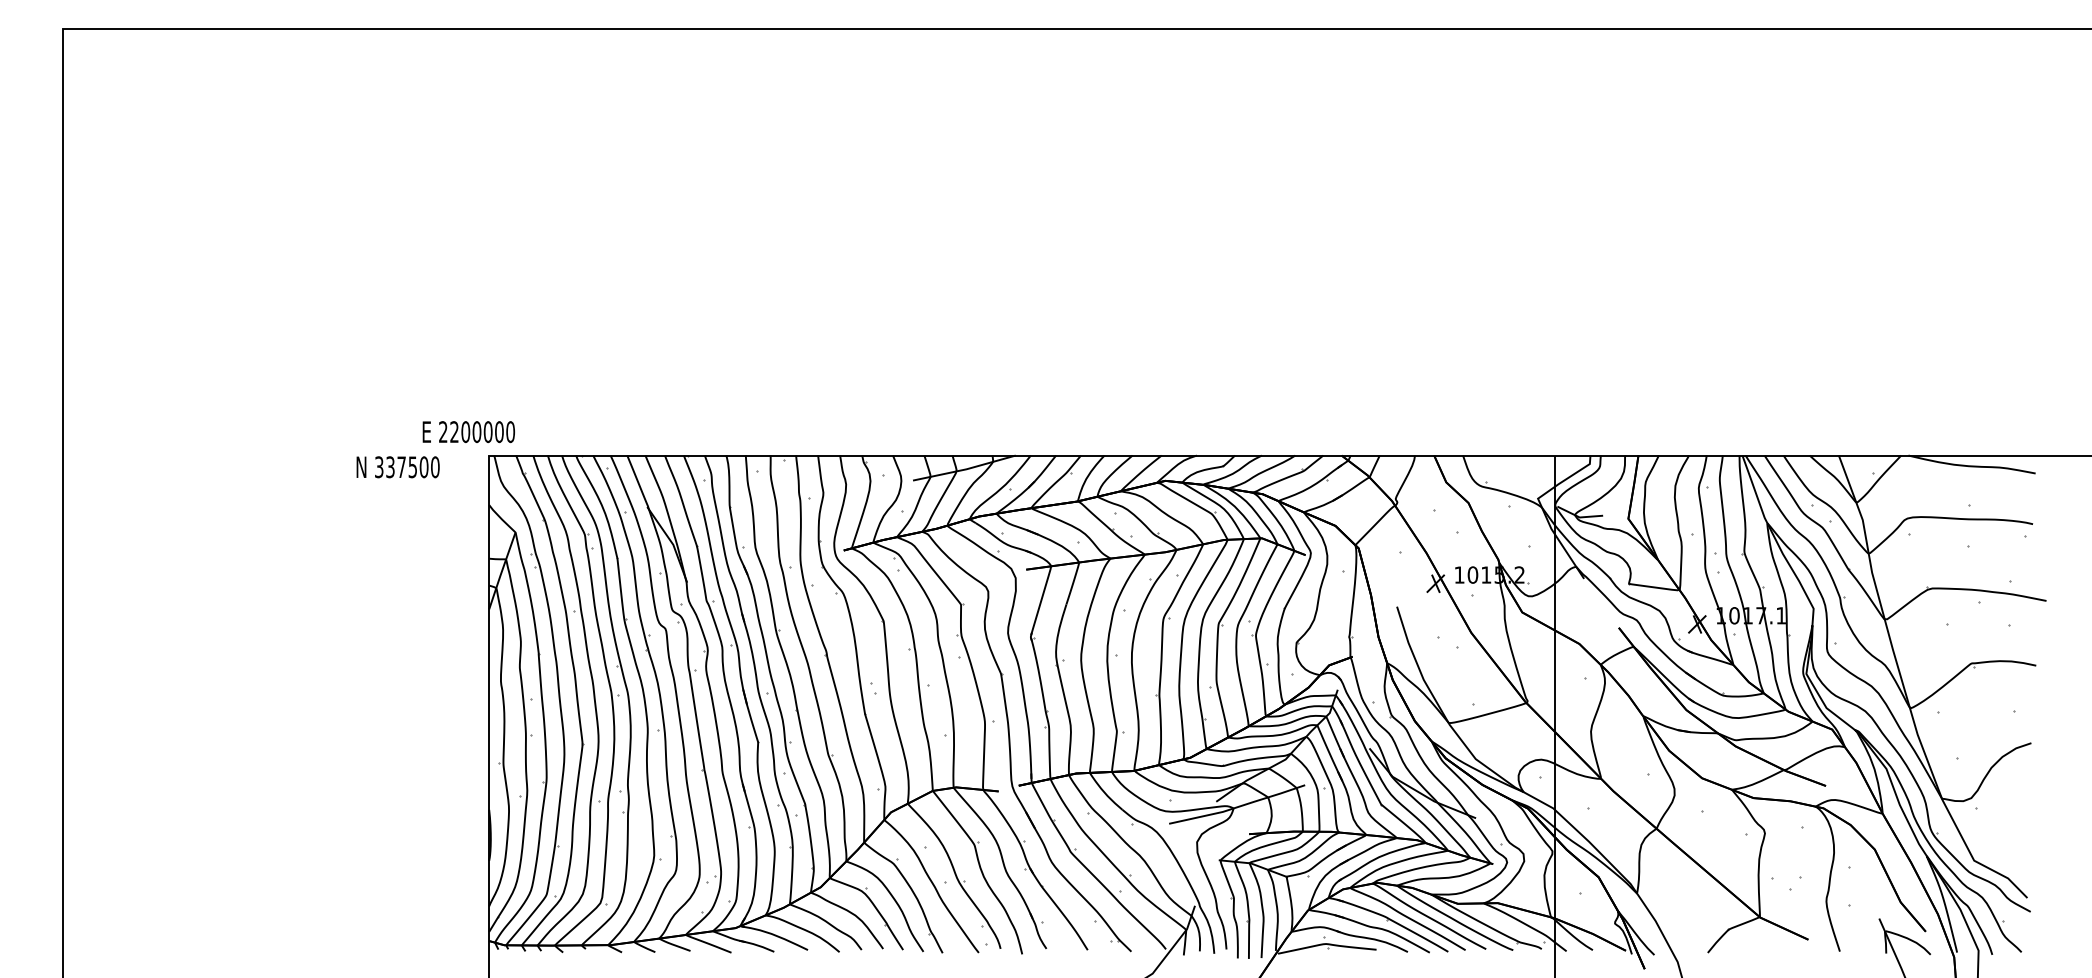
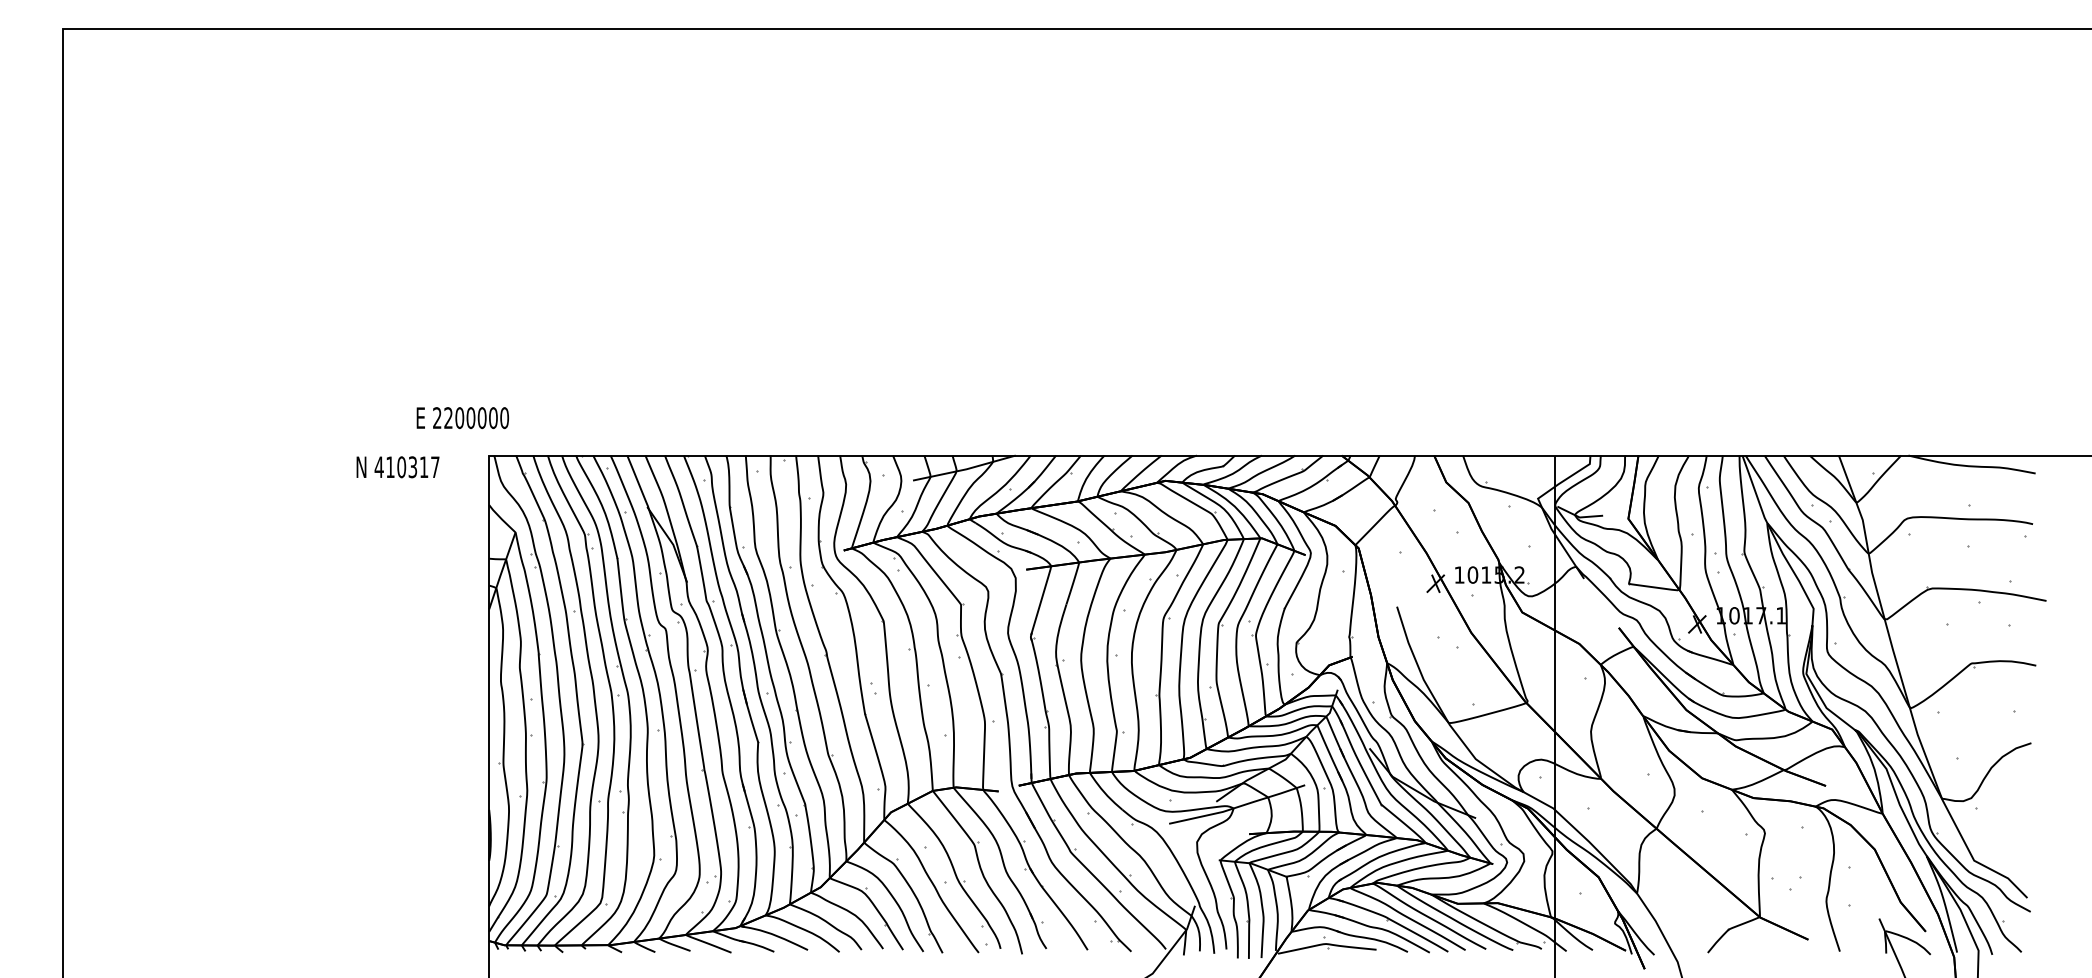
text at (468, 432) position: (468, 432) -> (462, 418)
text at (406, 467): 337500 -> 410317
